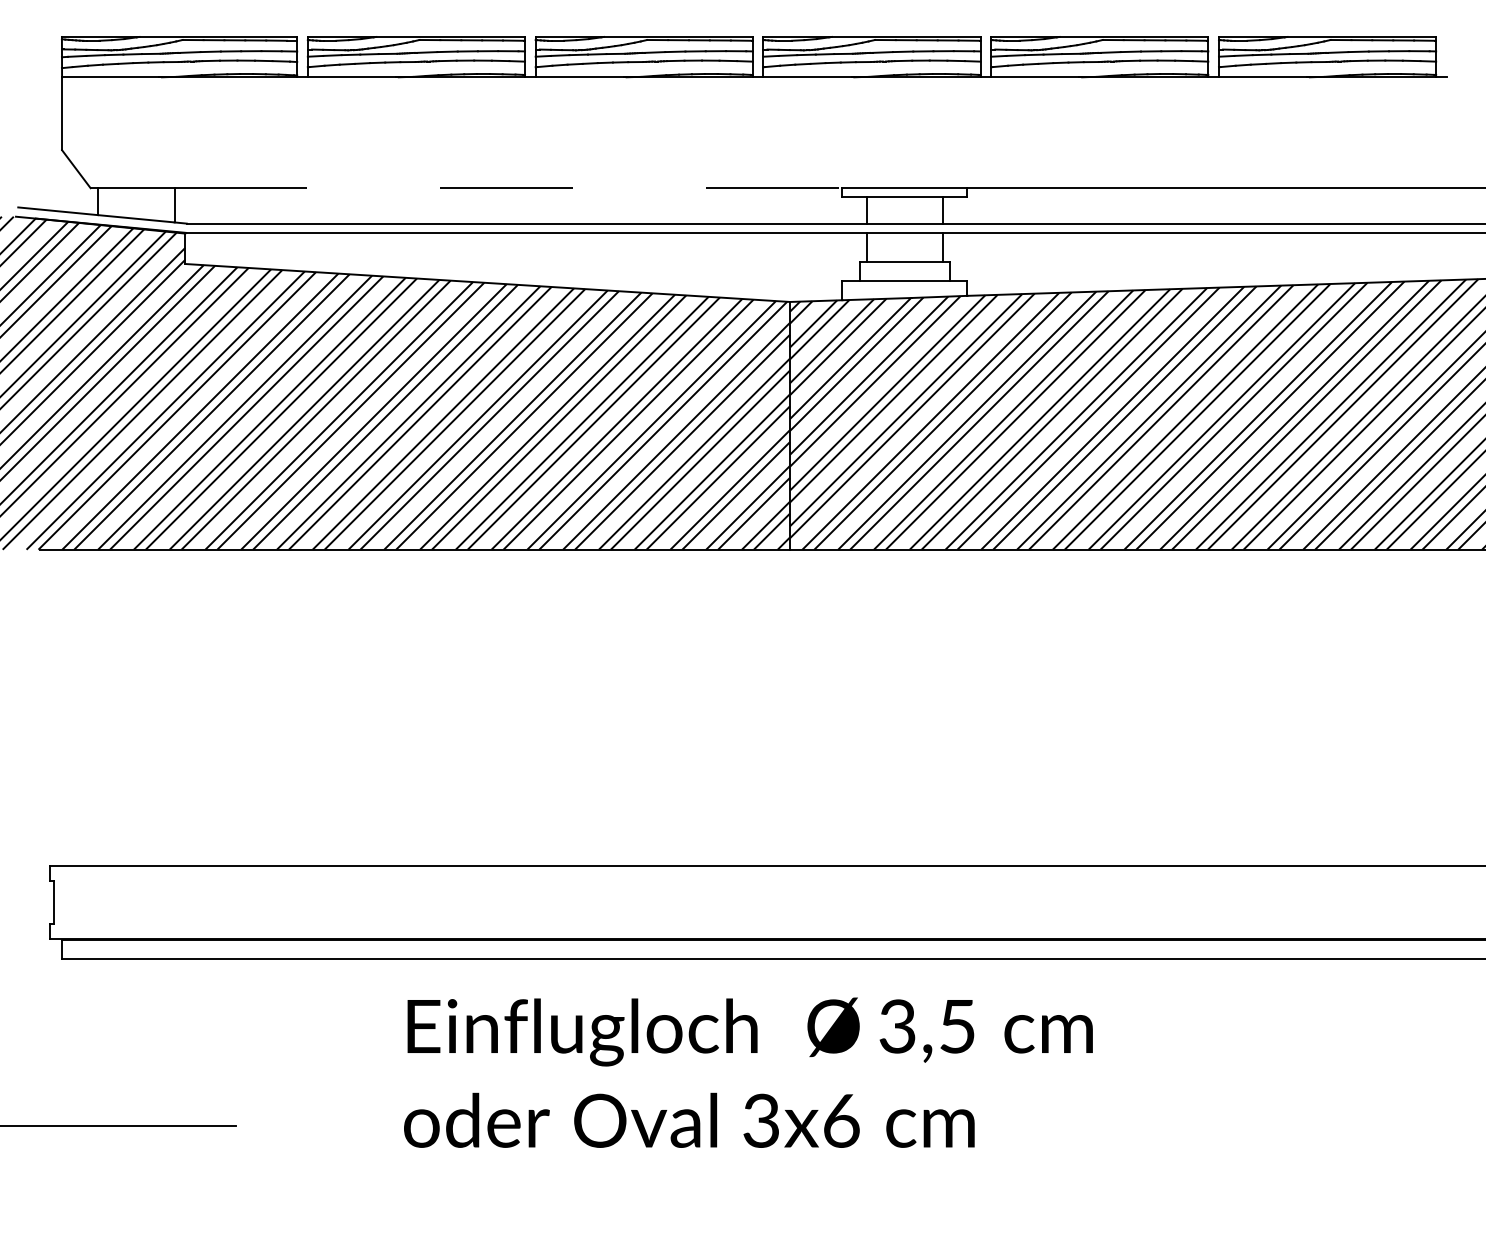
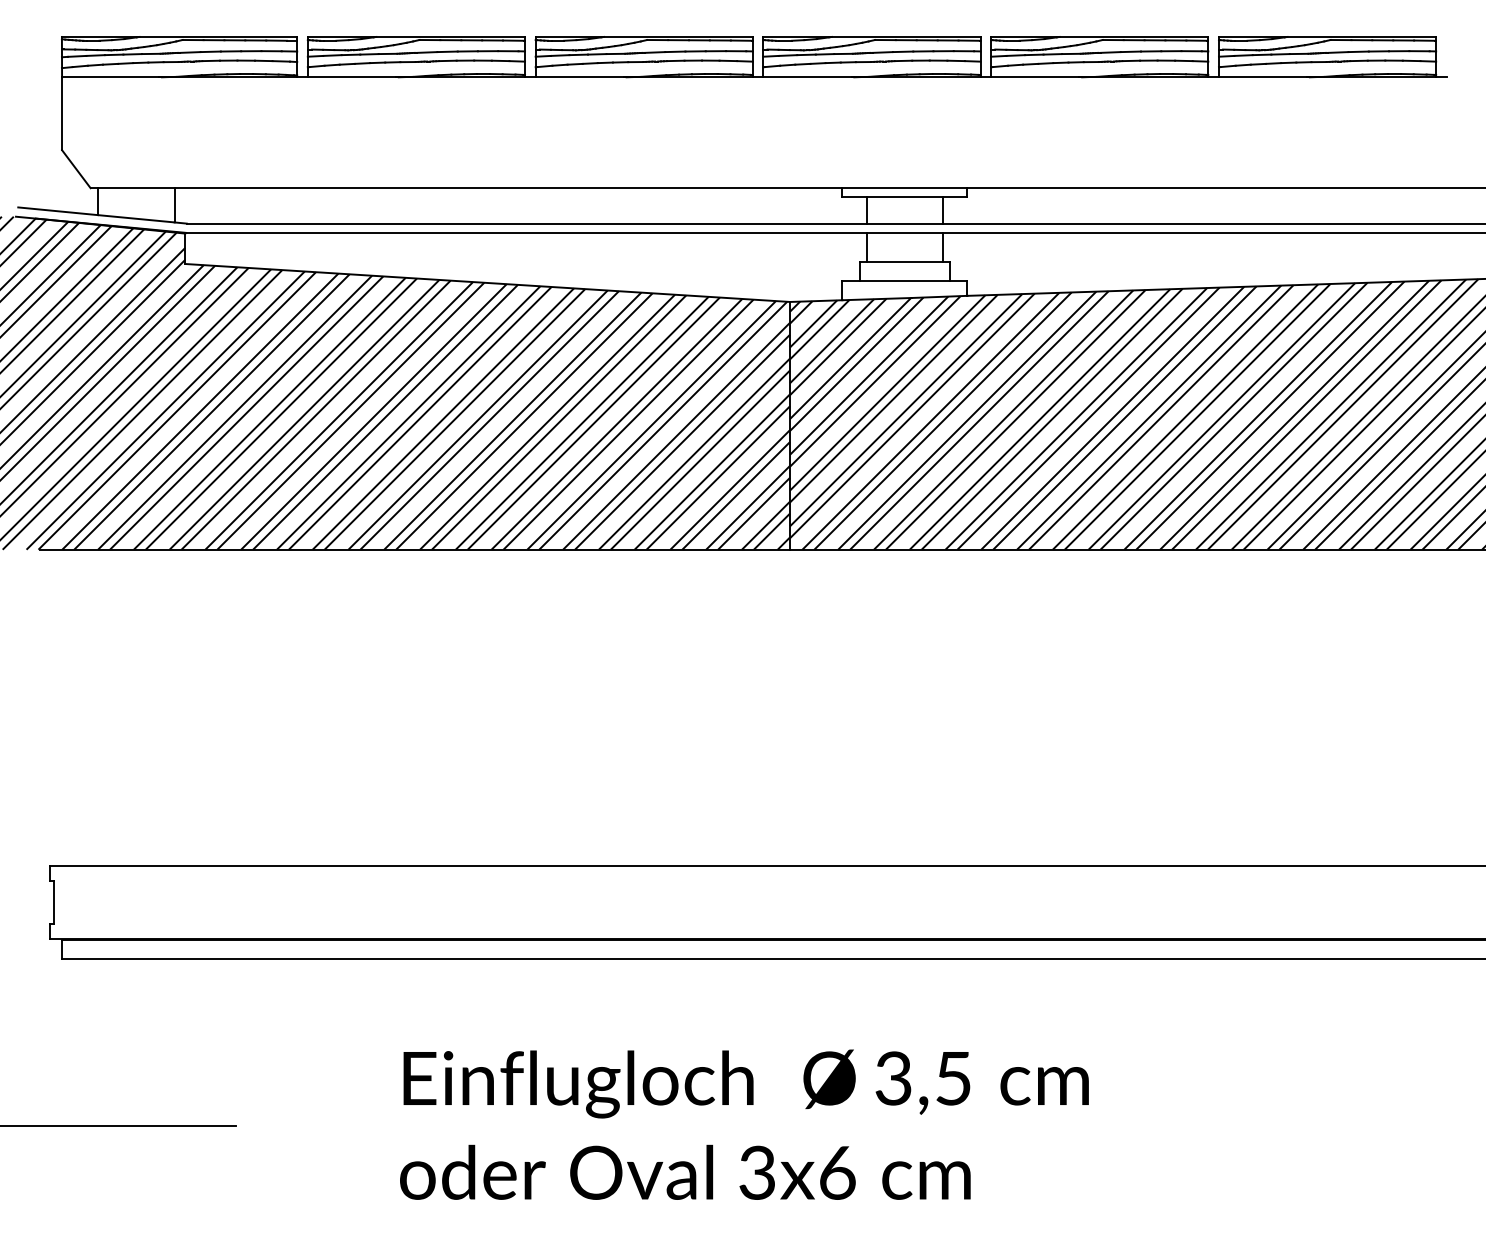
line at (508, 188): dashed -> solid
text at (748, 1072) position: (748, 1072) -> (744, 1124)
